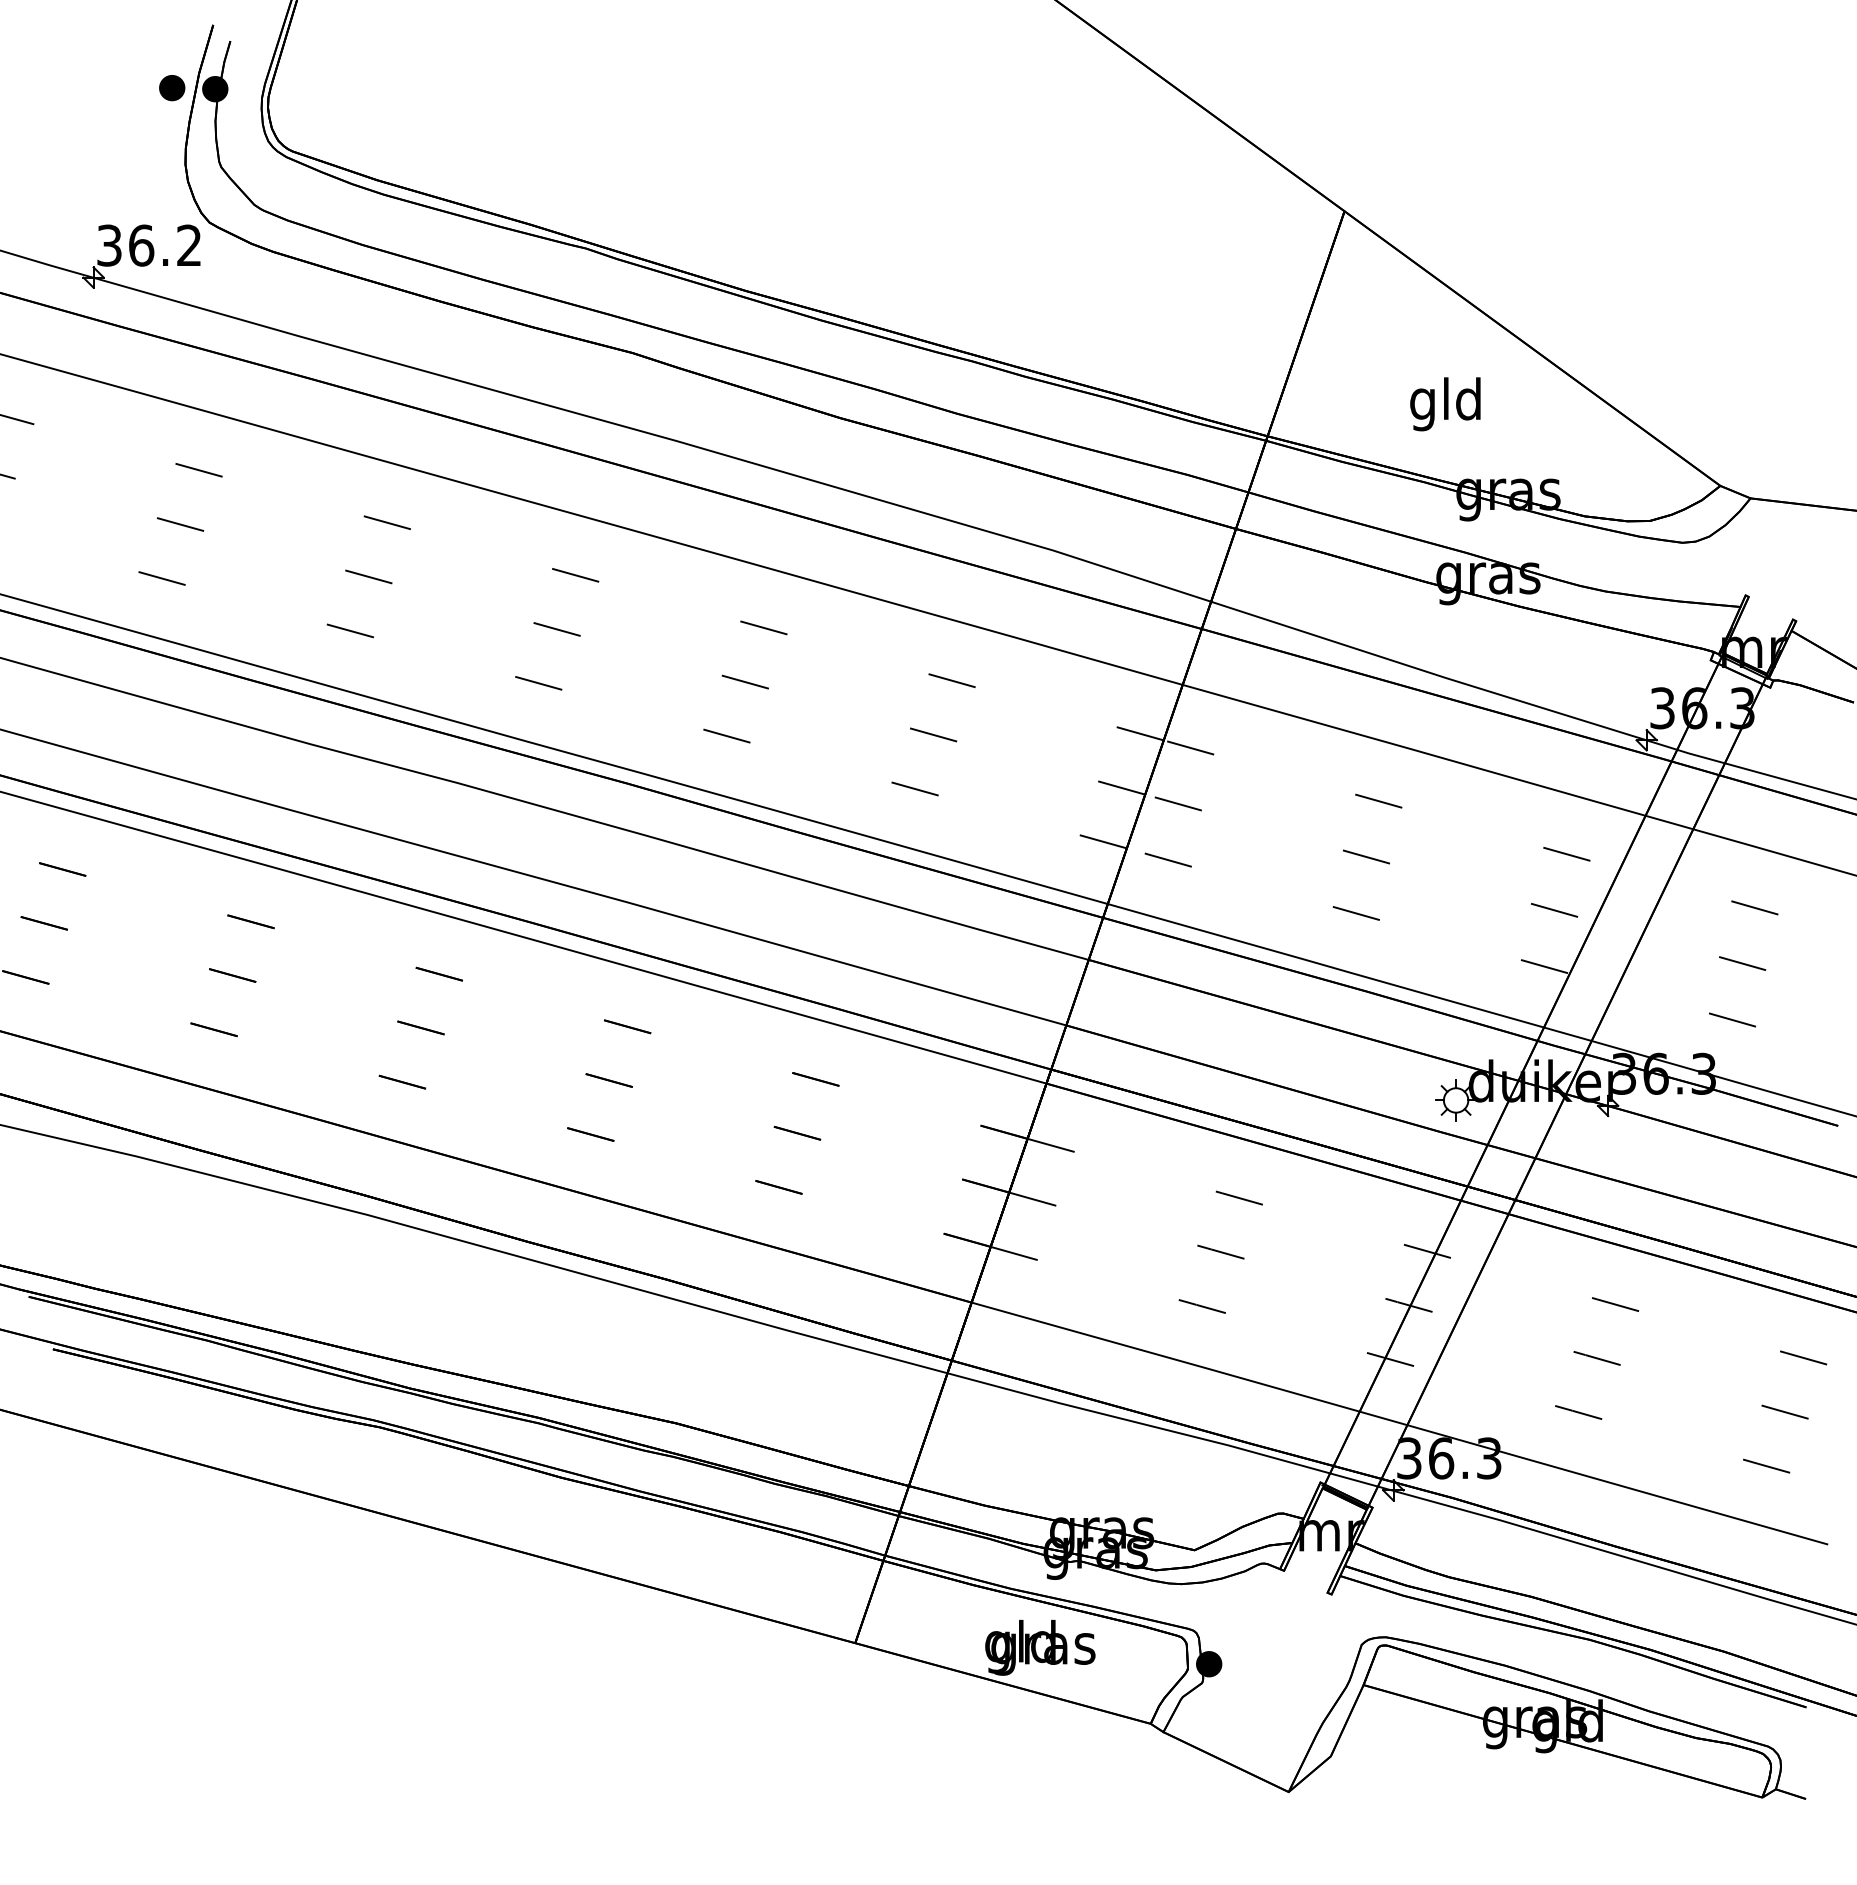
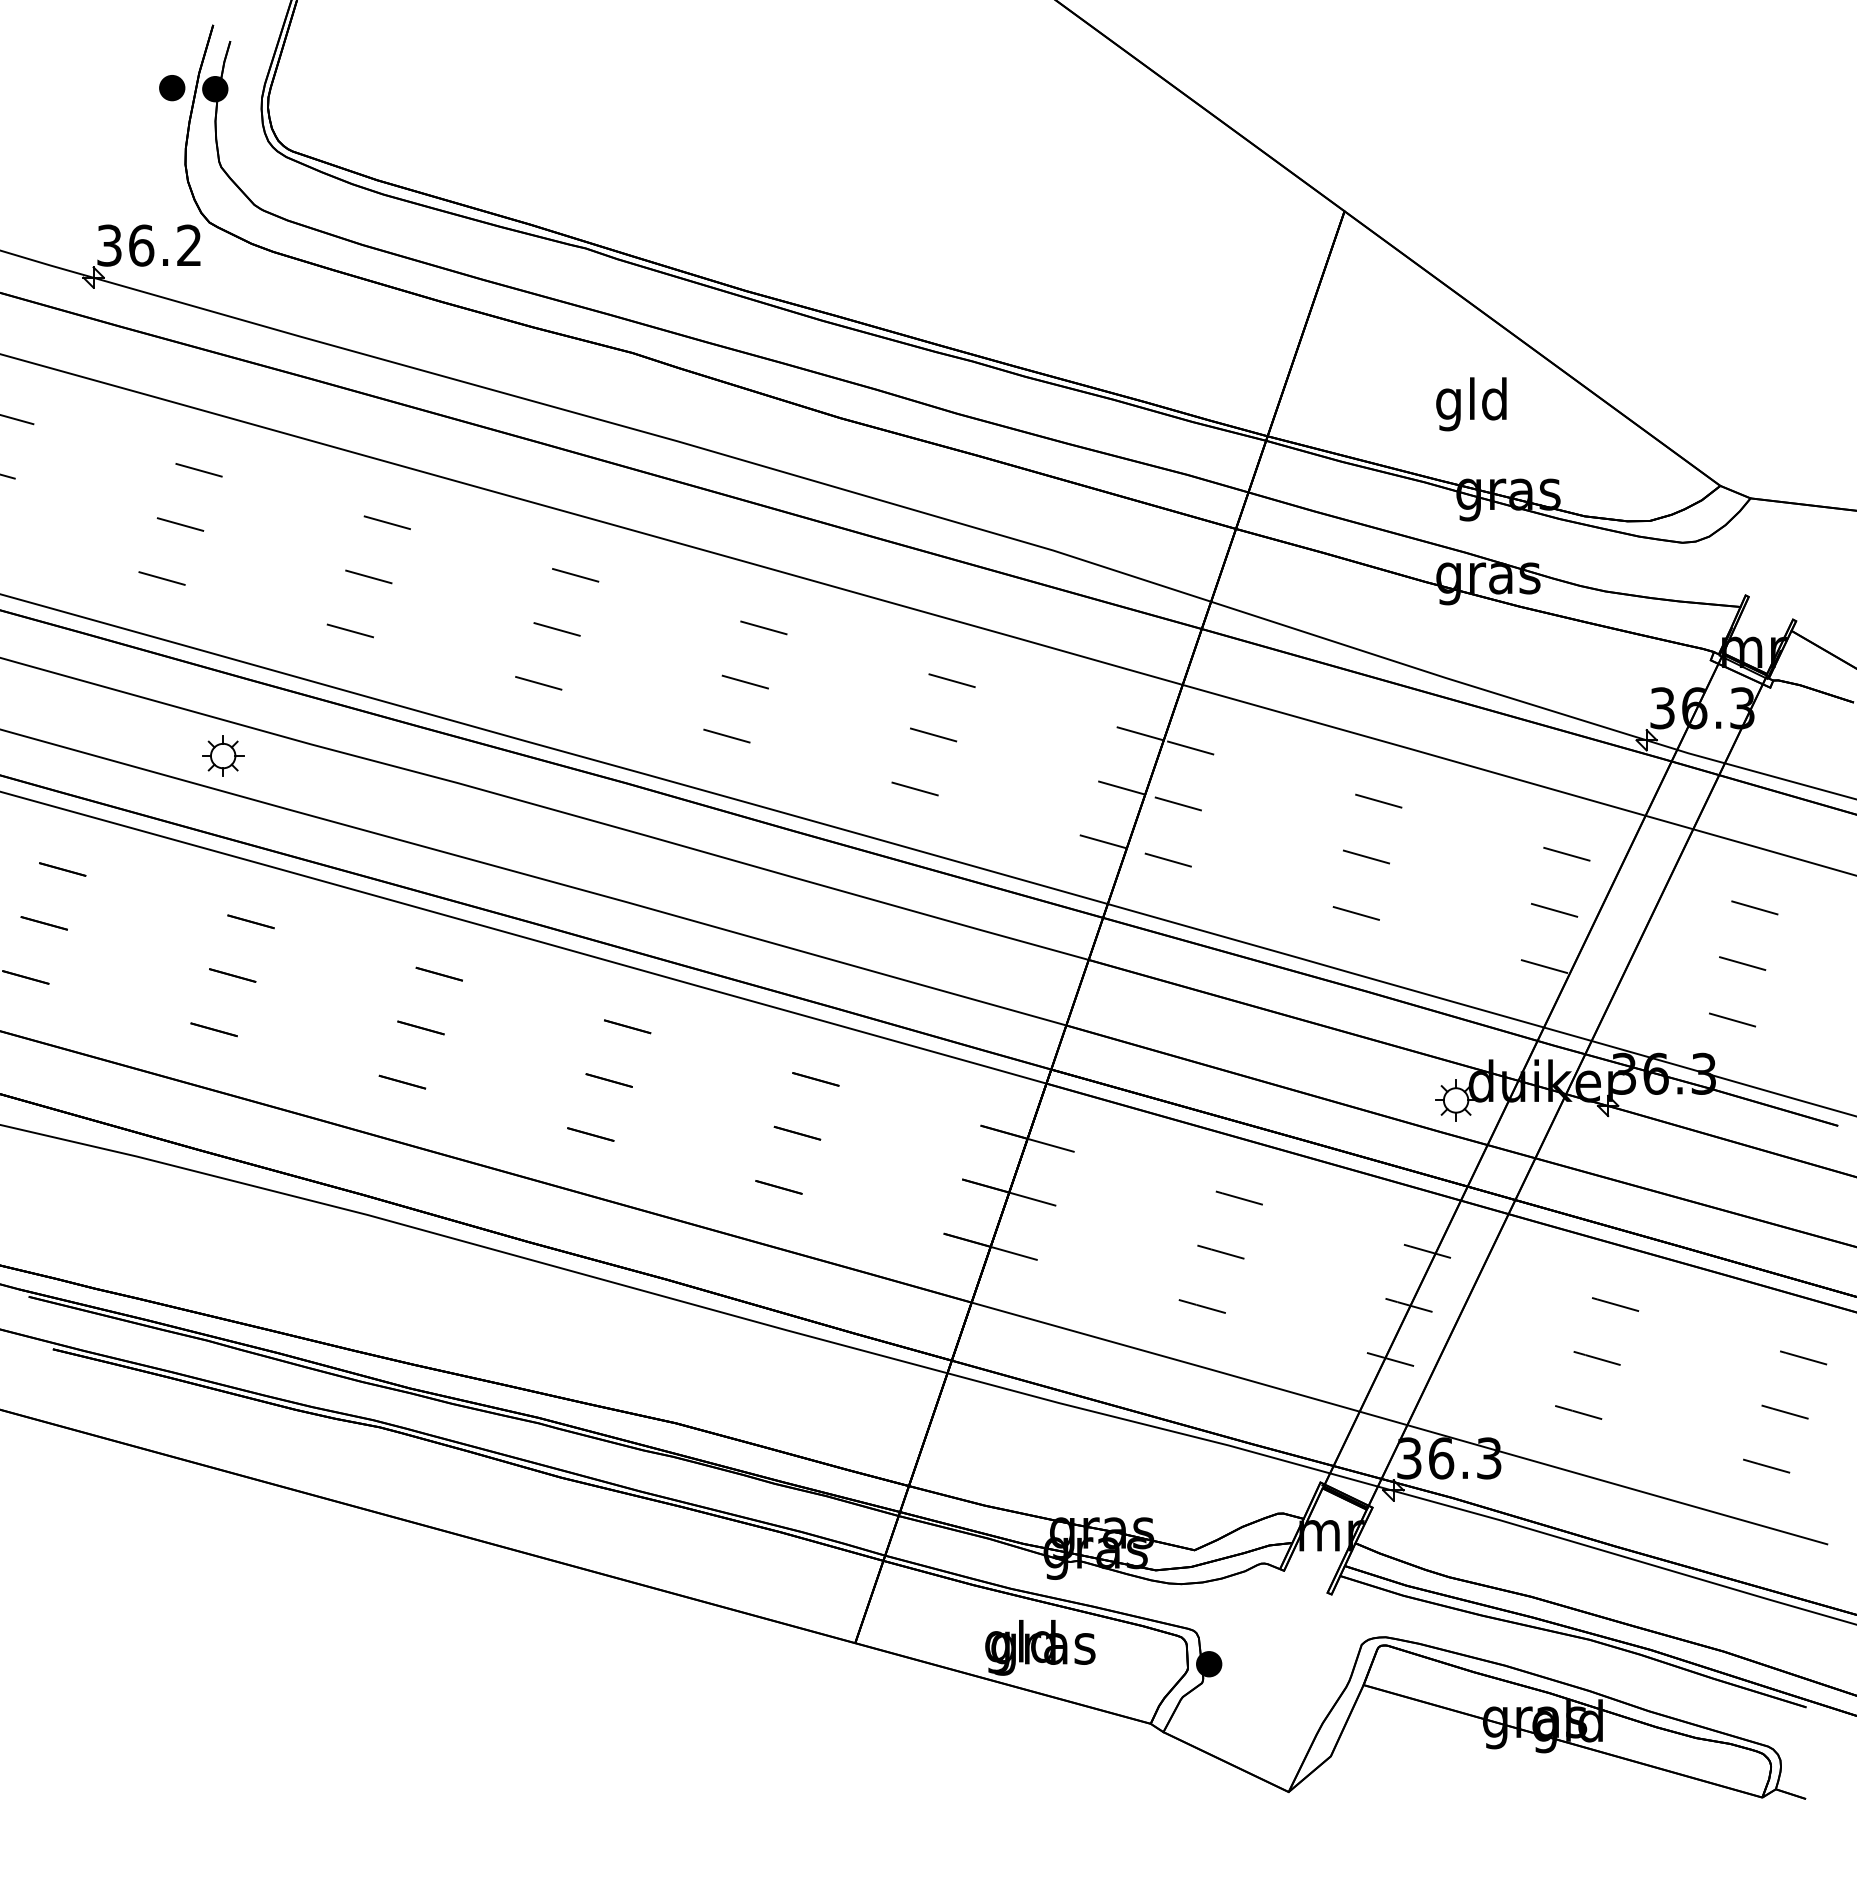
text at (1445, 404) position: (1445, 404) -> (1471, 404)
part at (223, 755): none -> present
